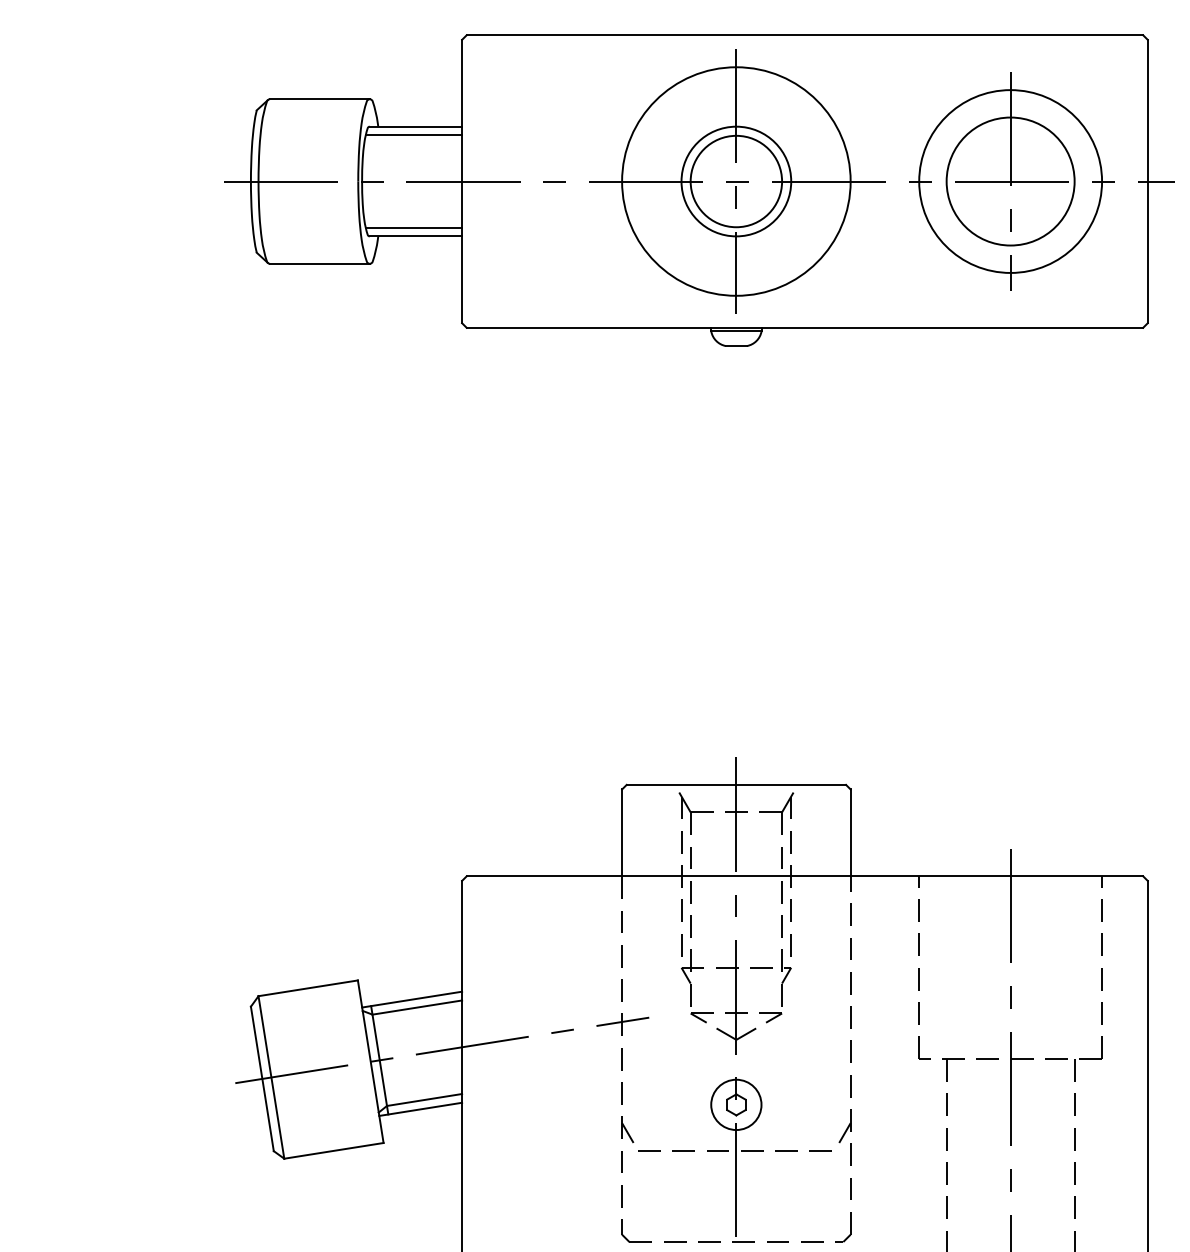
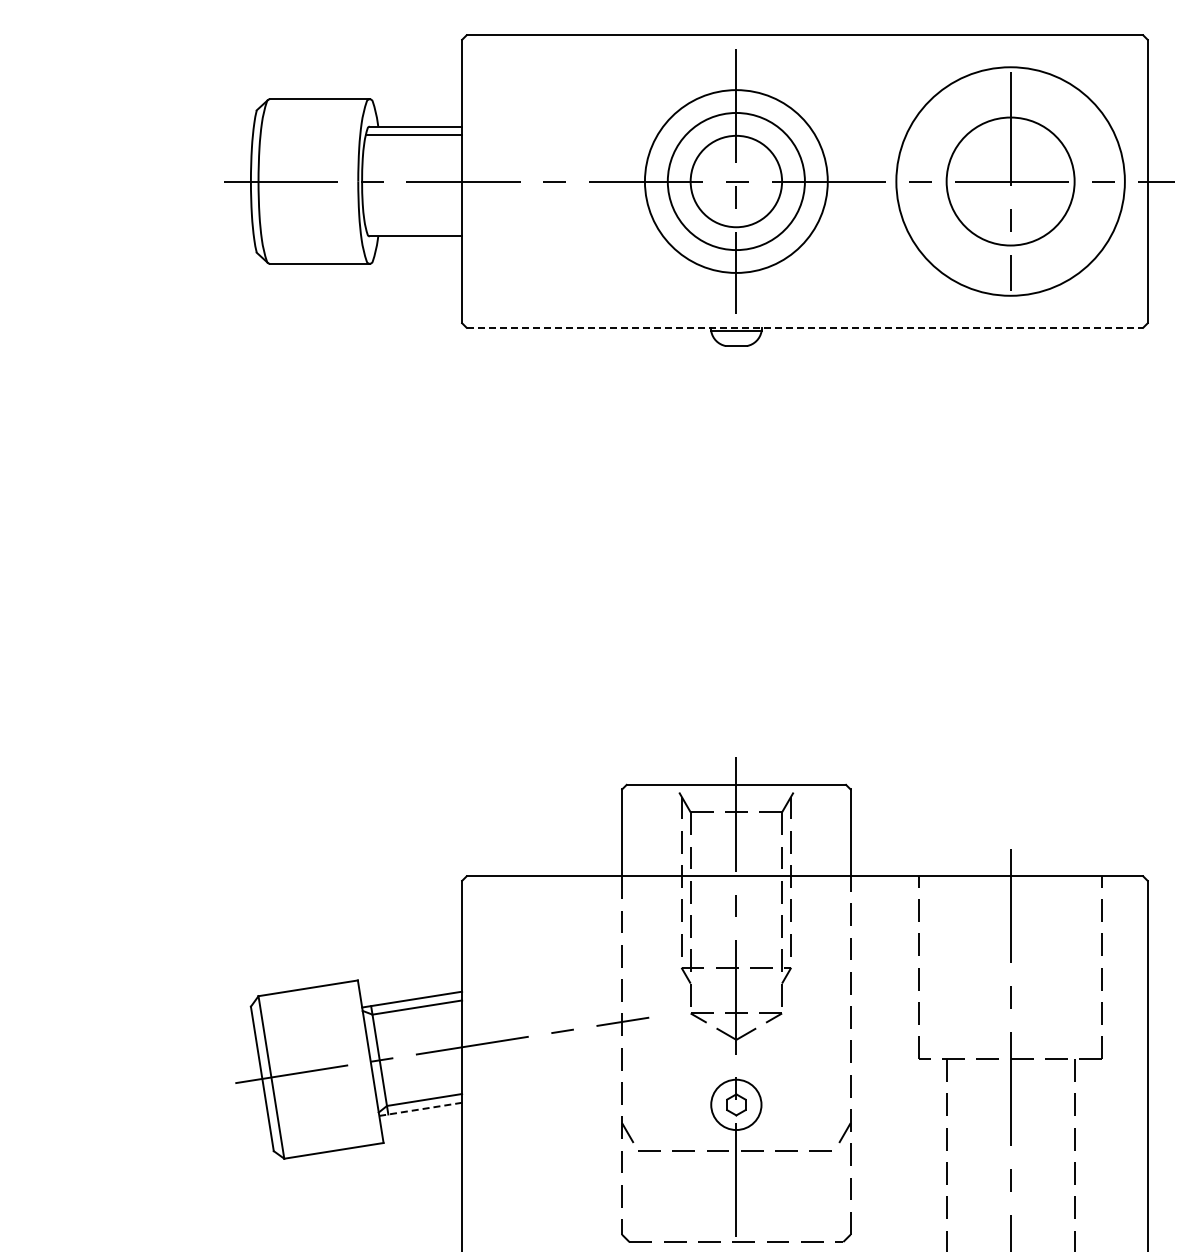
circle at (736, 181) diameter: 110 px -> 137 px
circle at (736, 181) diameter: 229 px -> 183 px
circle at (1010, 181) diameter: 183 px -> 229 px
line at (413, 227): present -> none
line at (805, 327): solid -> dashed
line at (420, 1109): solid -> dashed
